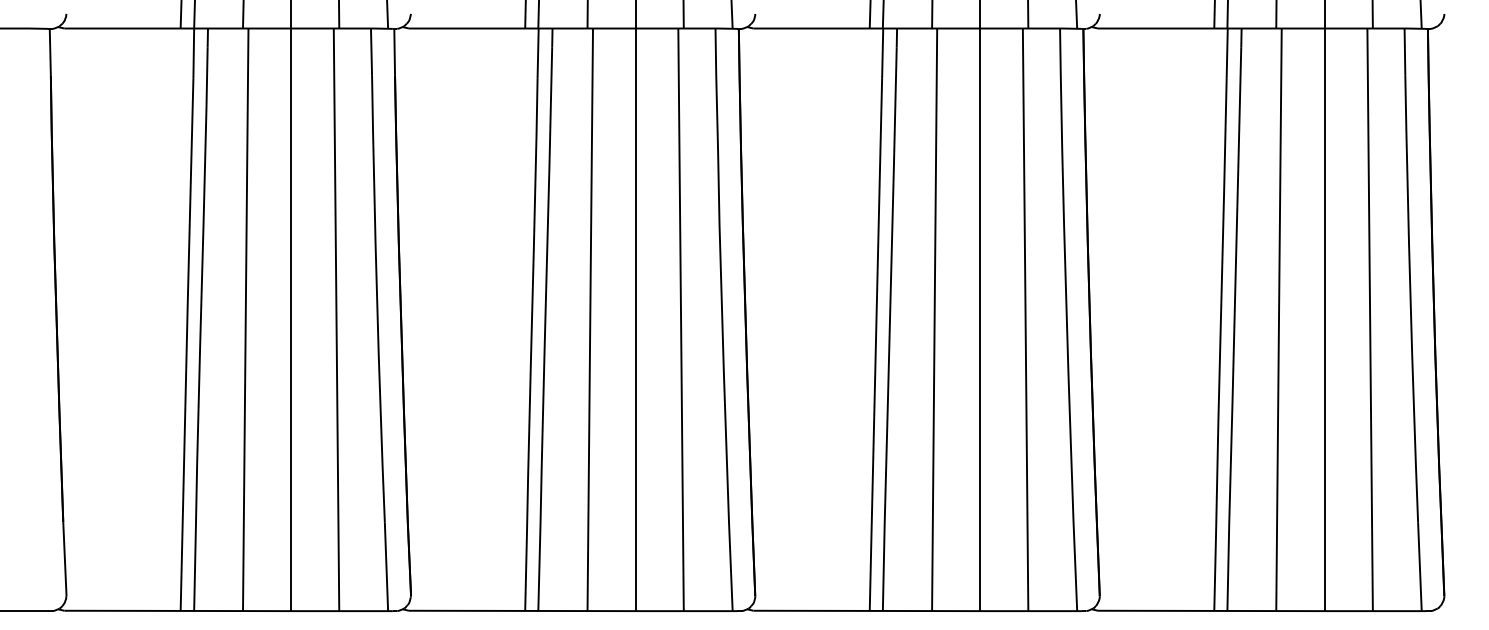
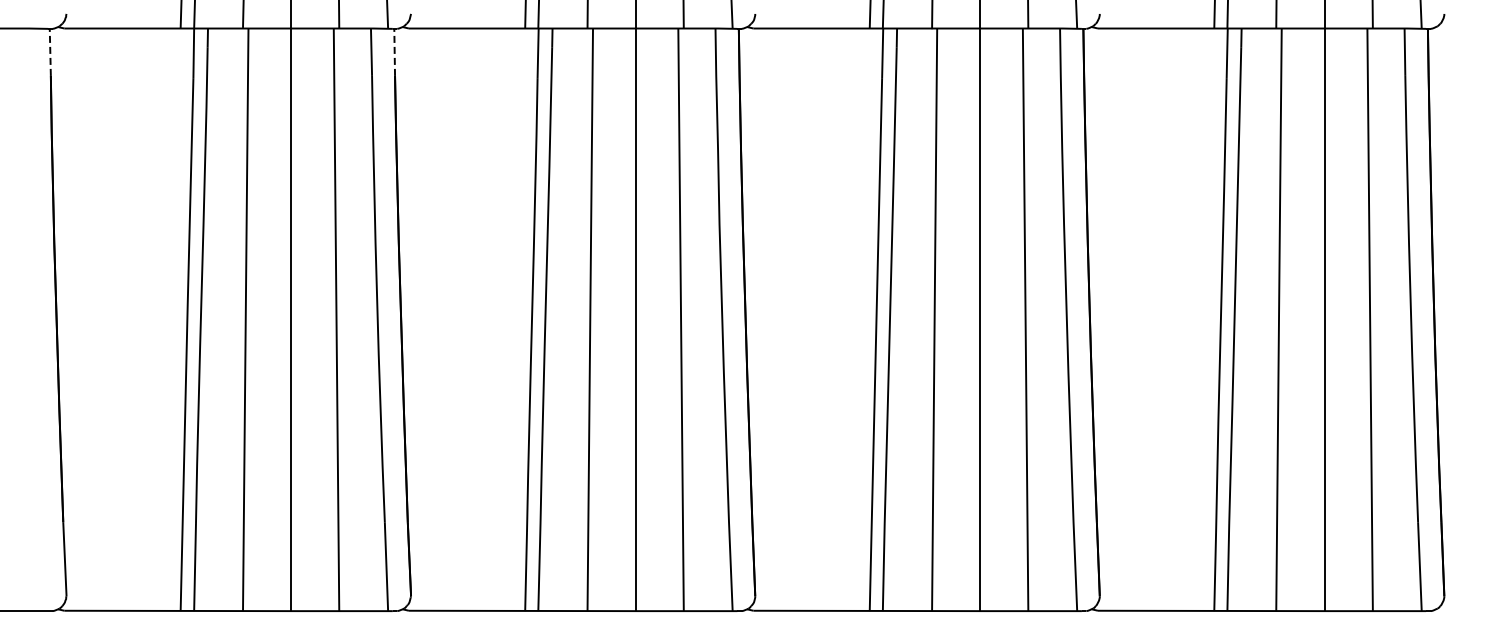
line at (50, 52): solid -> dashed
line at (394, 52): solid -> dashed
